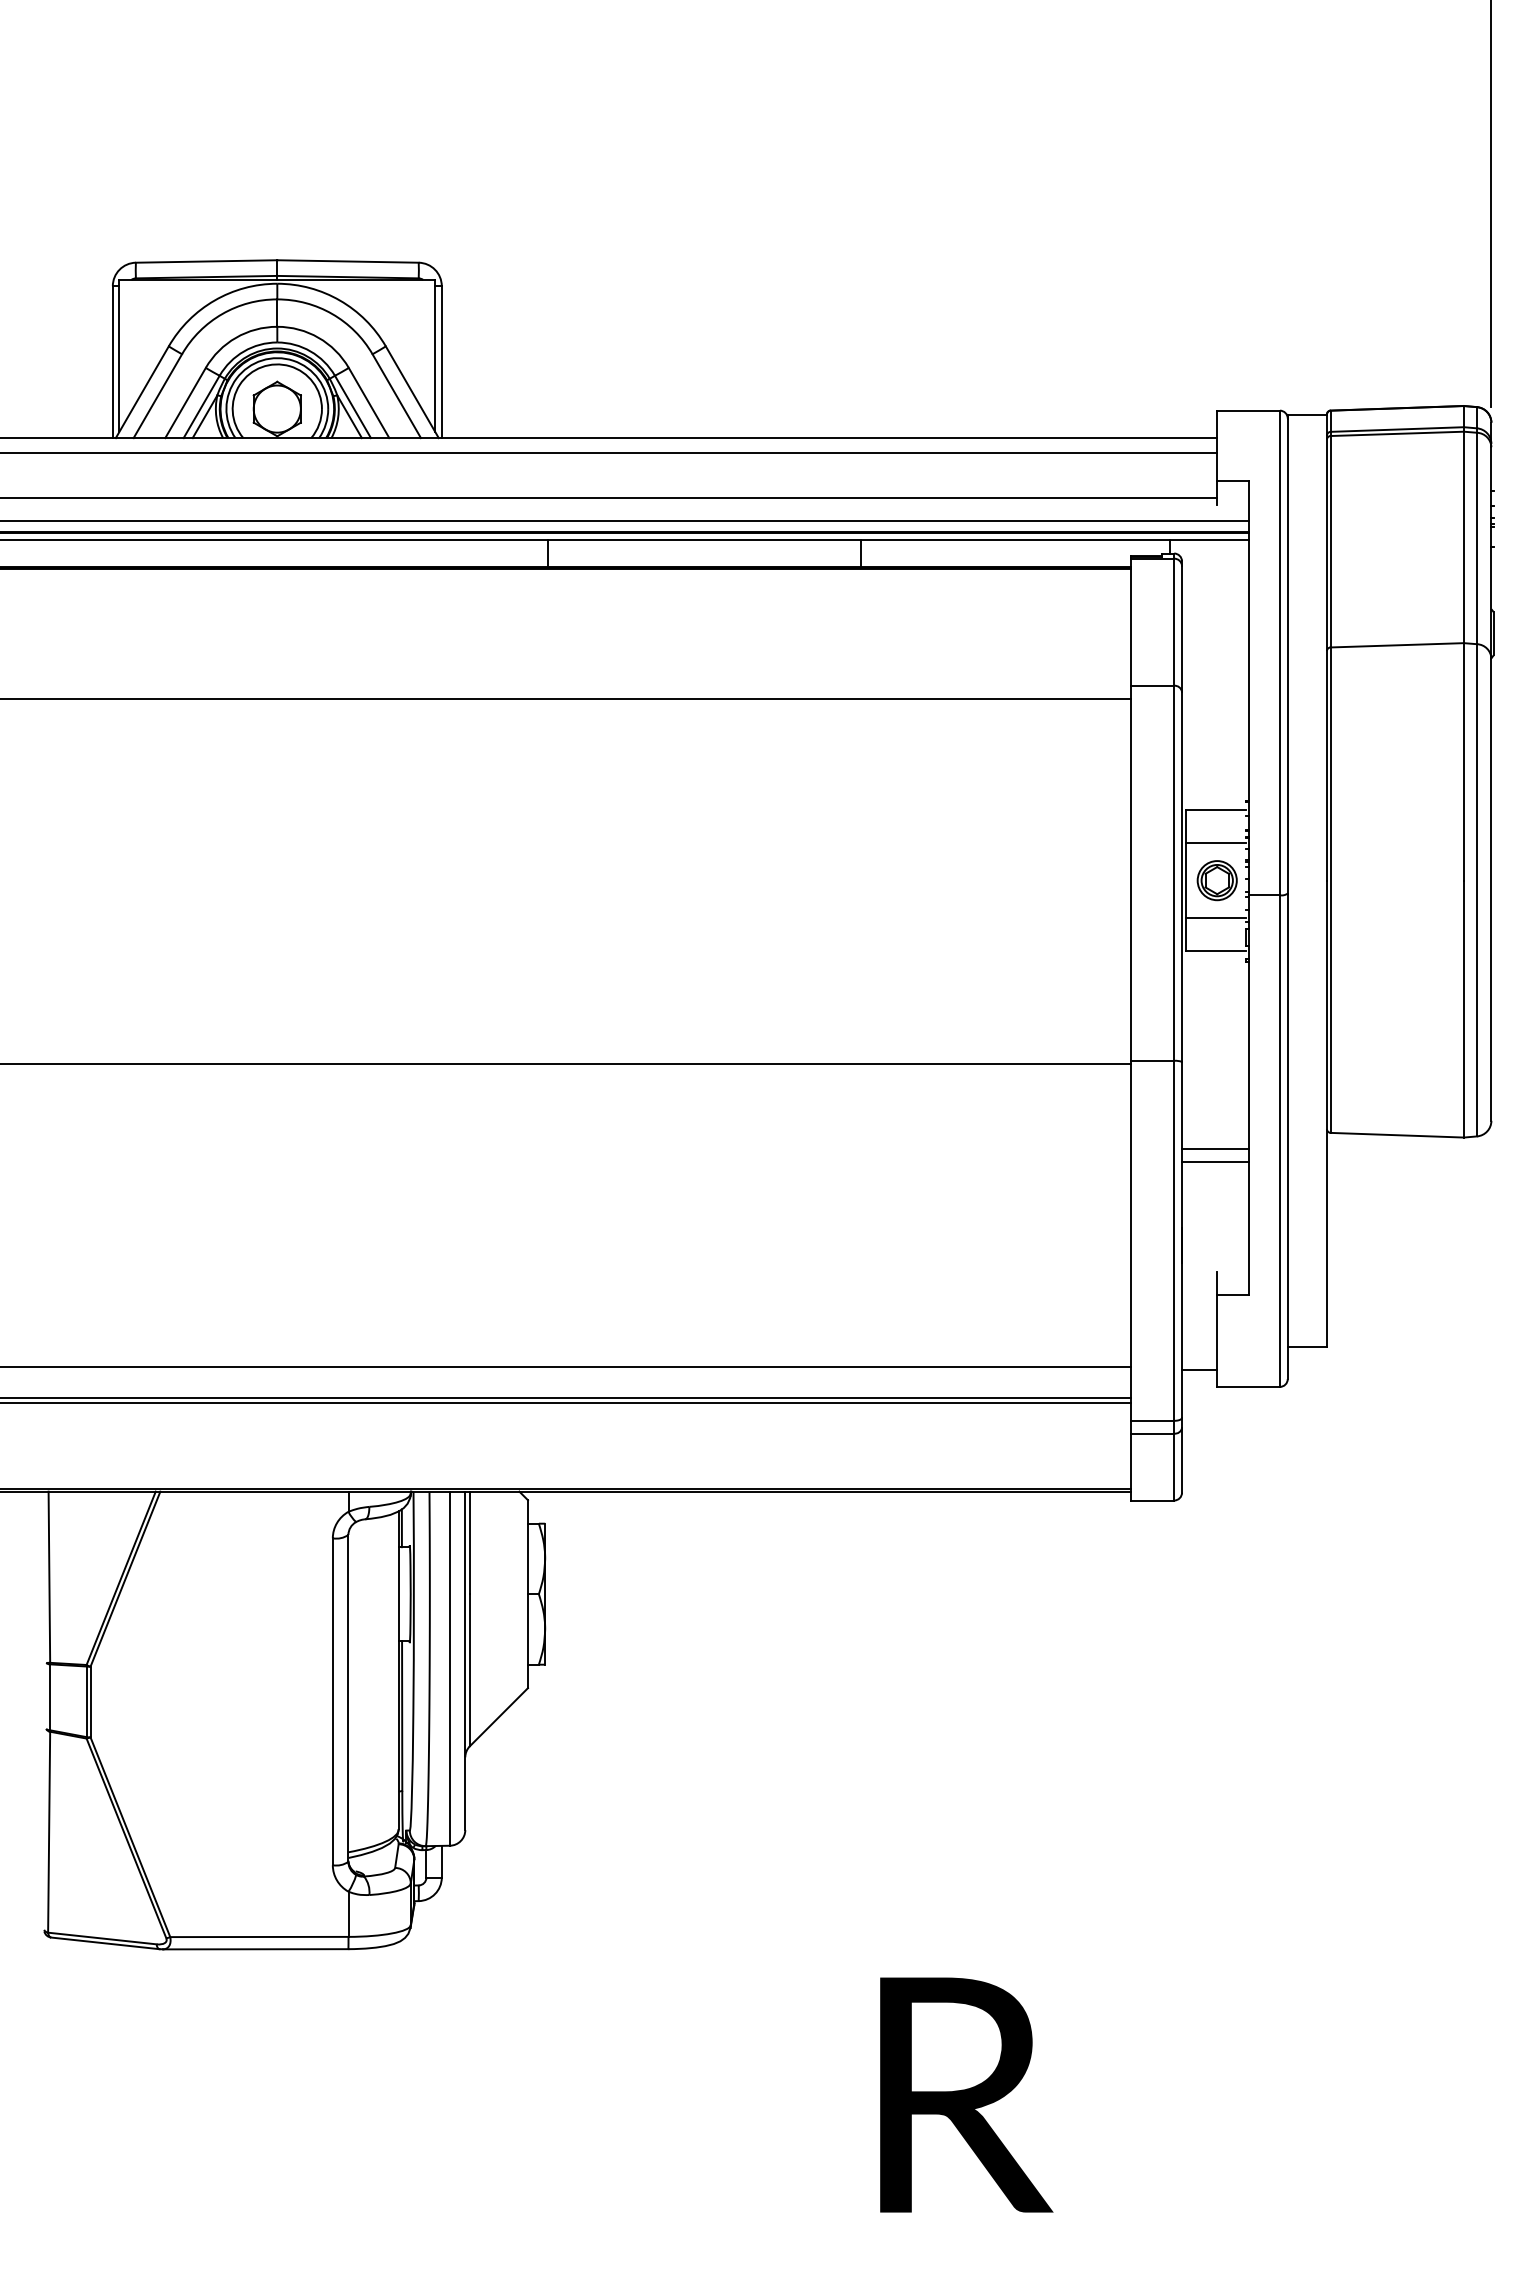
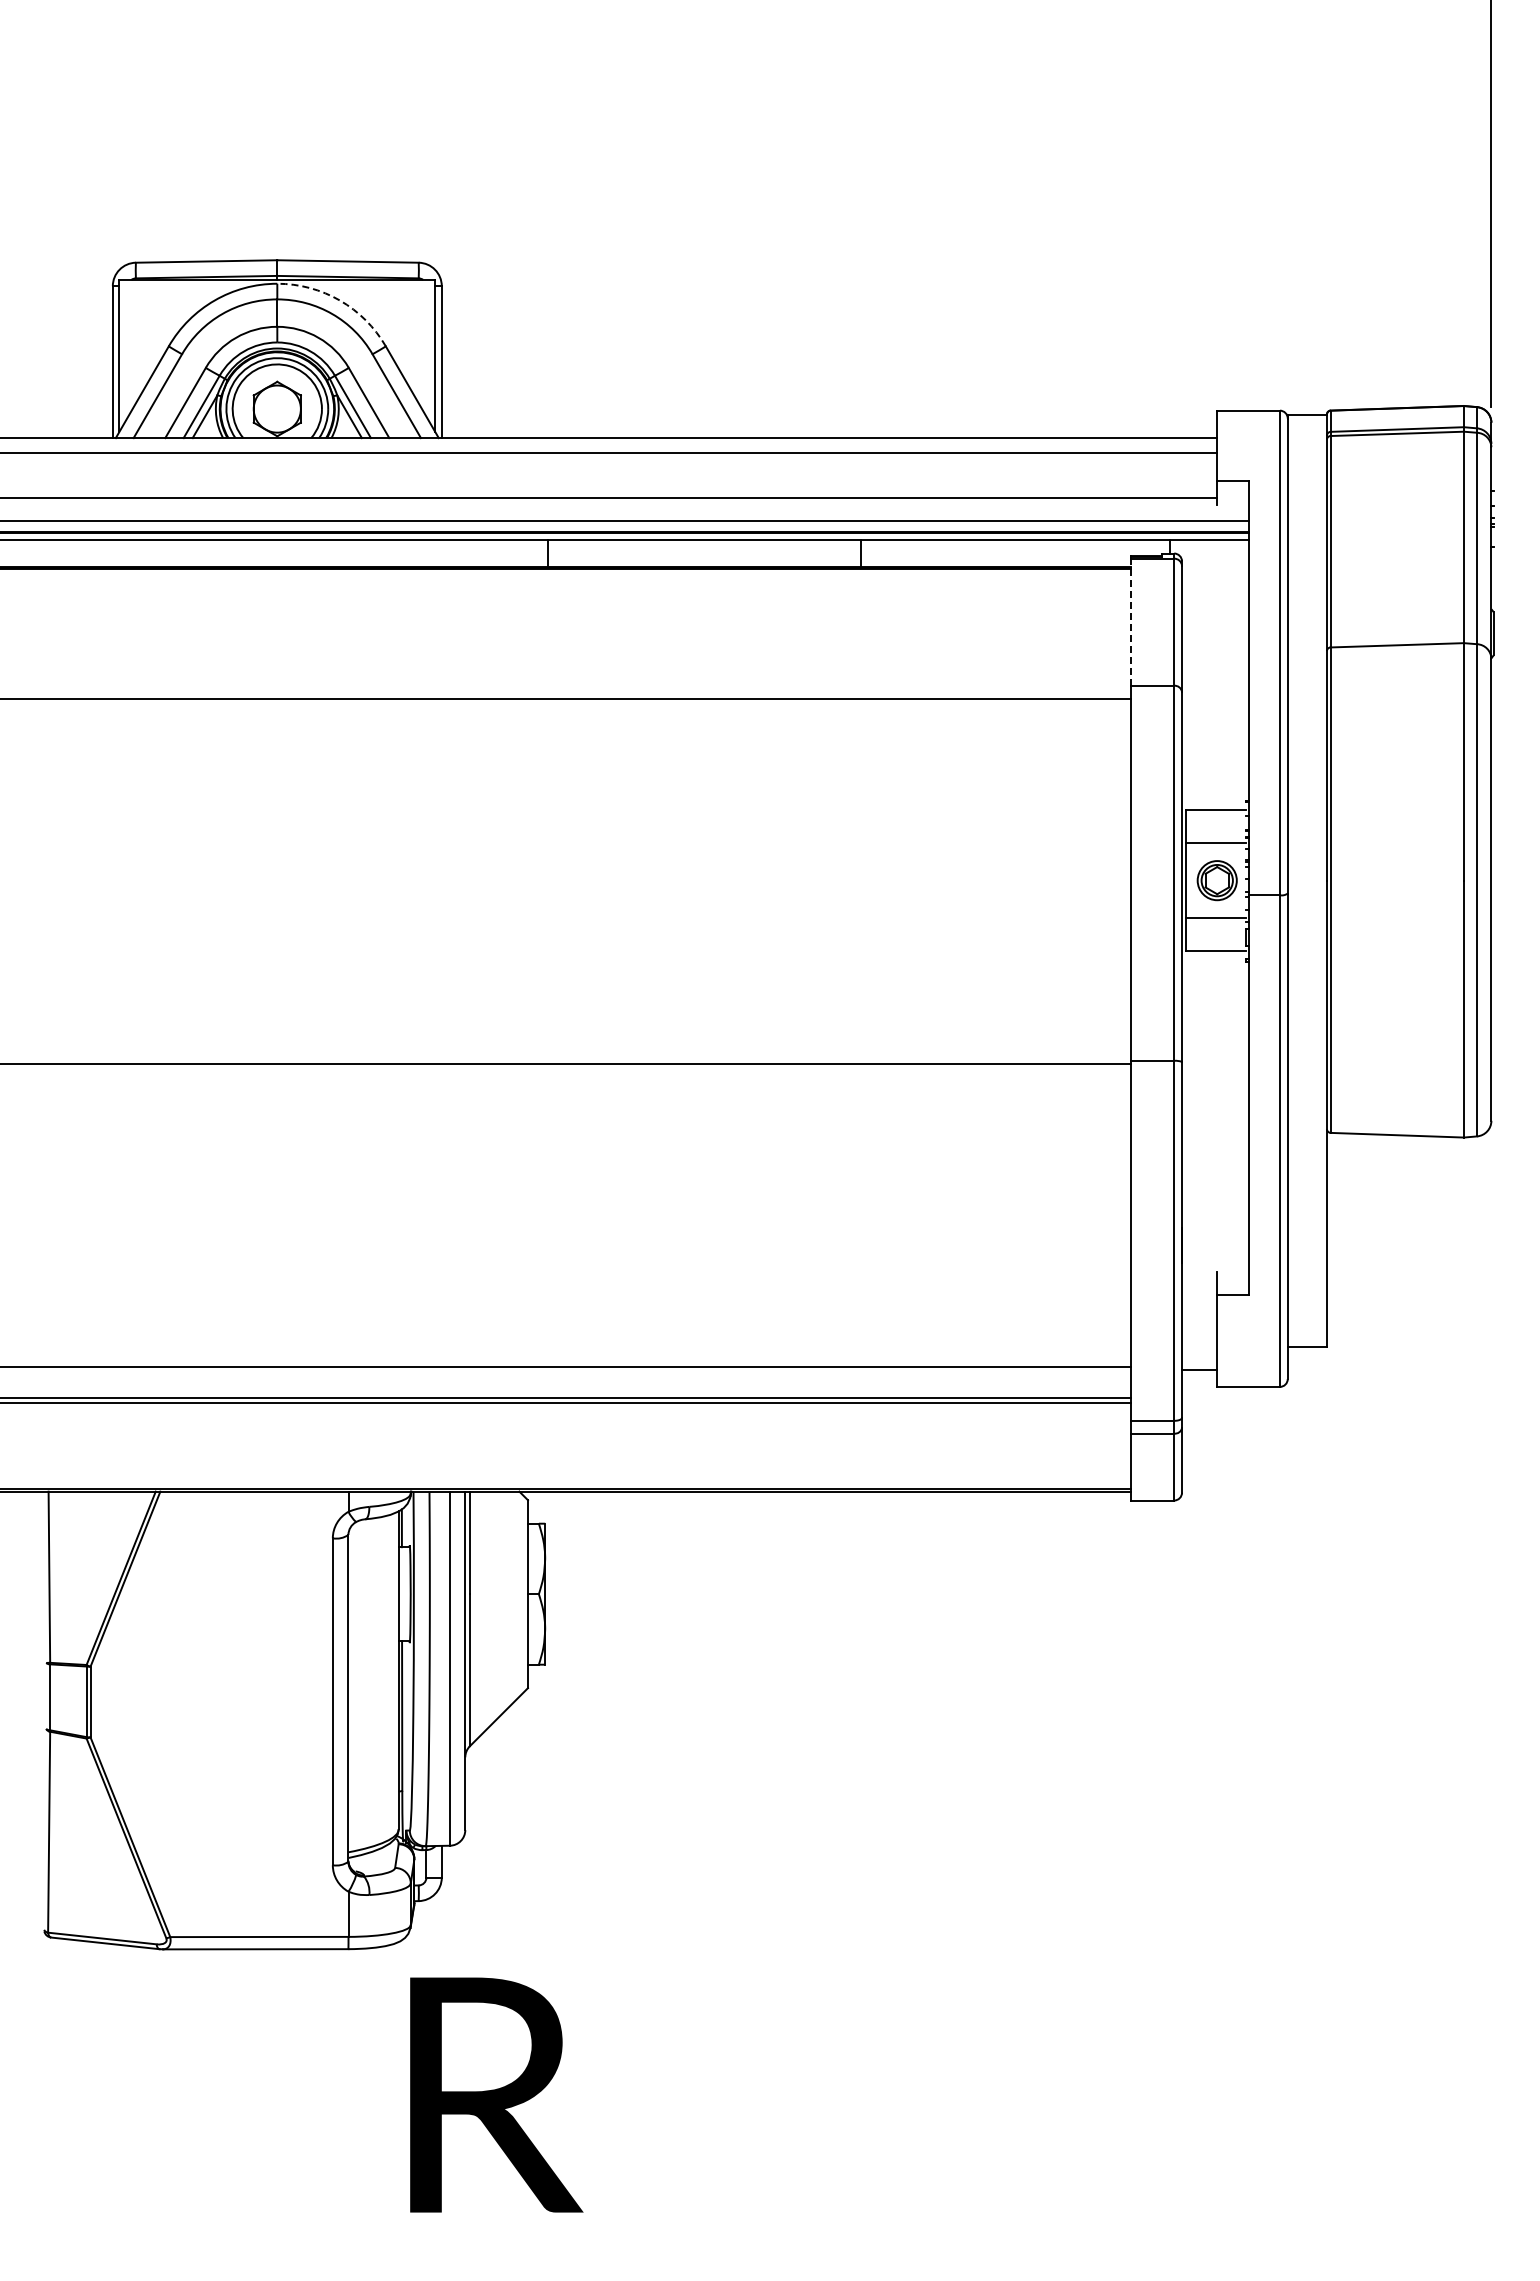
arc at (339, 300): solid -> dashed
line at (1131, 622): solid -> dashed
line at (1215, 1149): present -> none
line at (1215, 1162): present -> none
text at (966, 2094) position: (966, 2094) -> (496, 2094)
